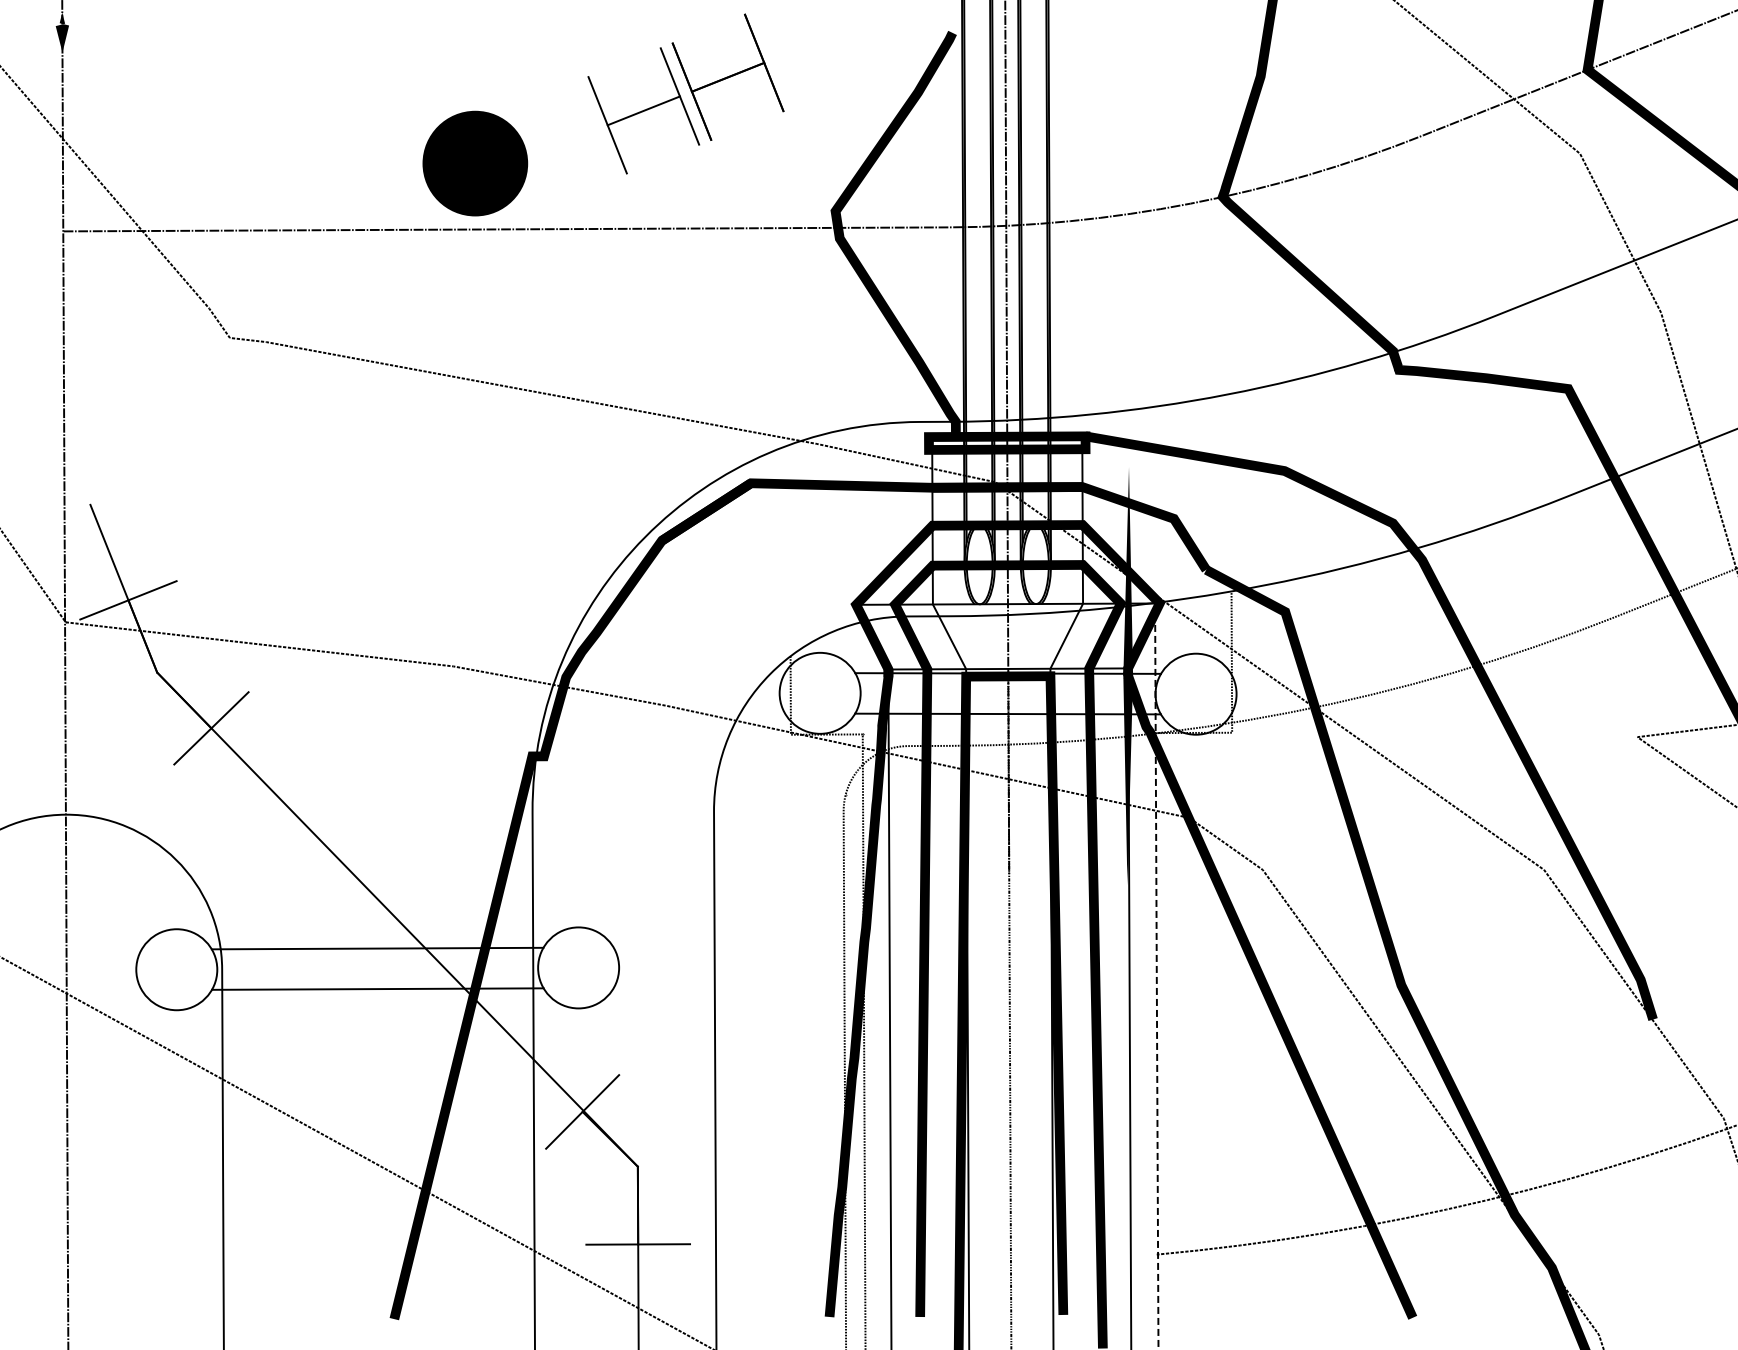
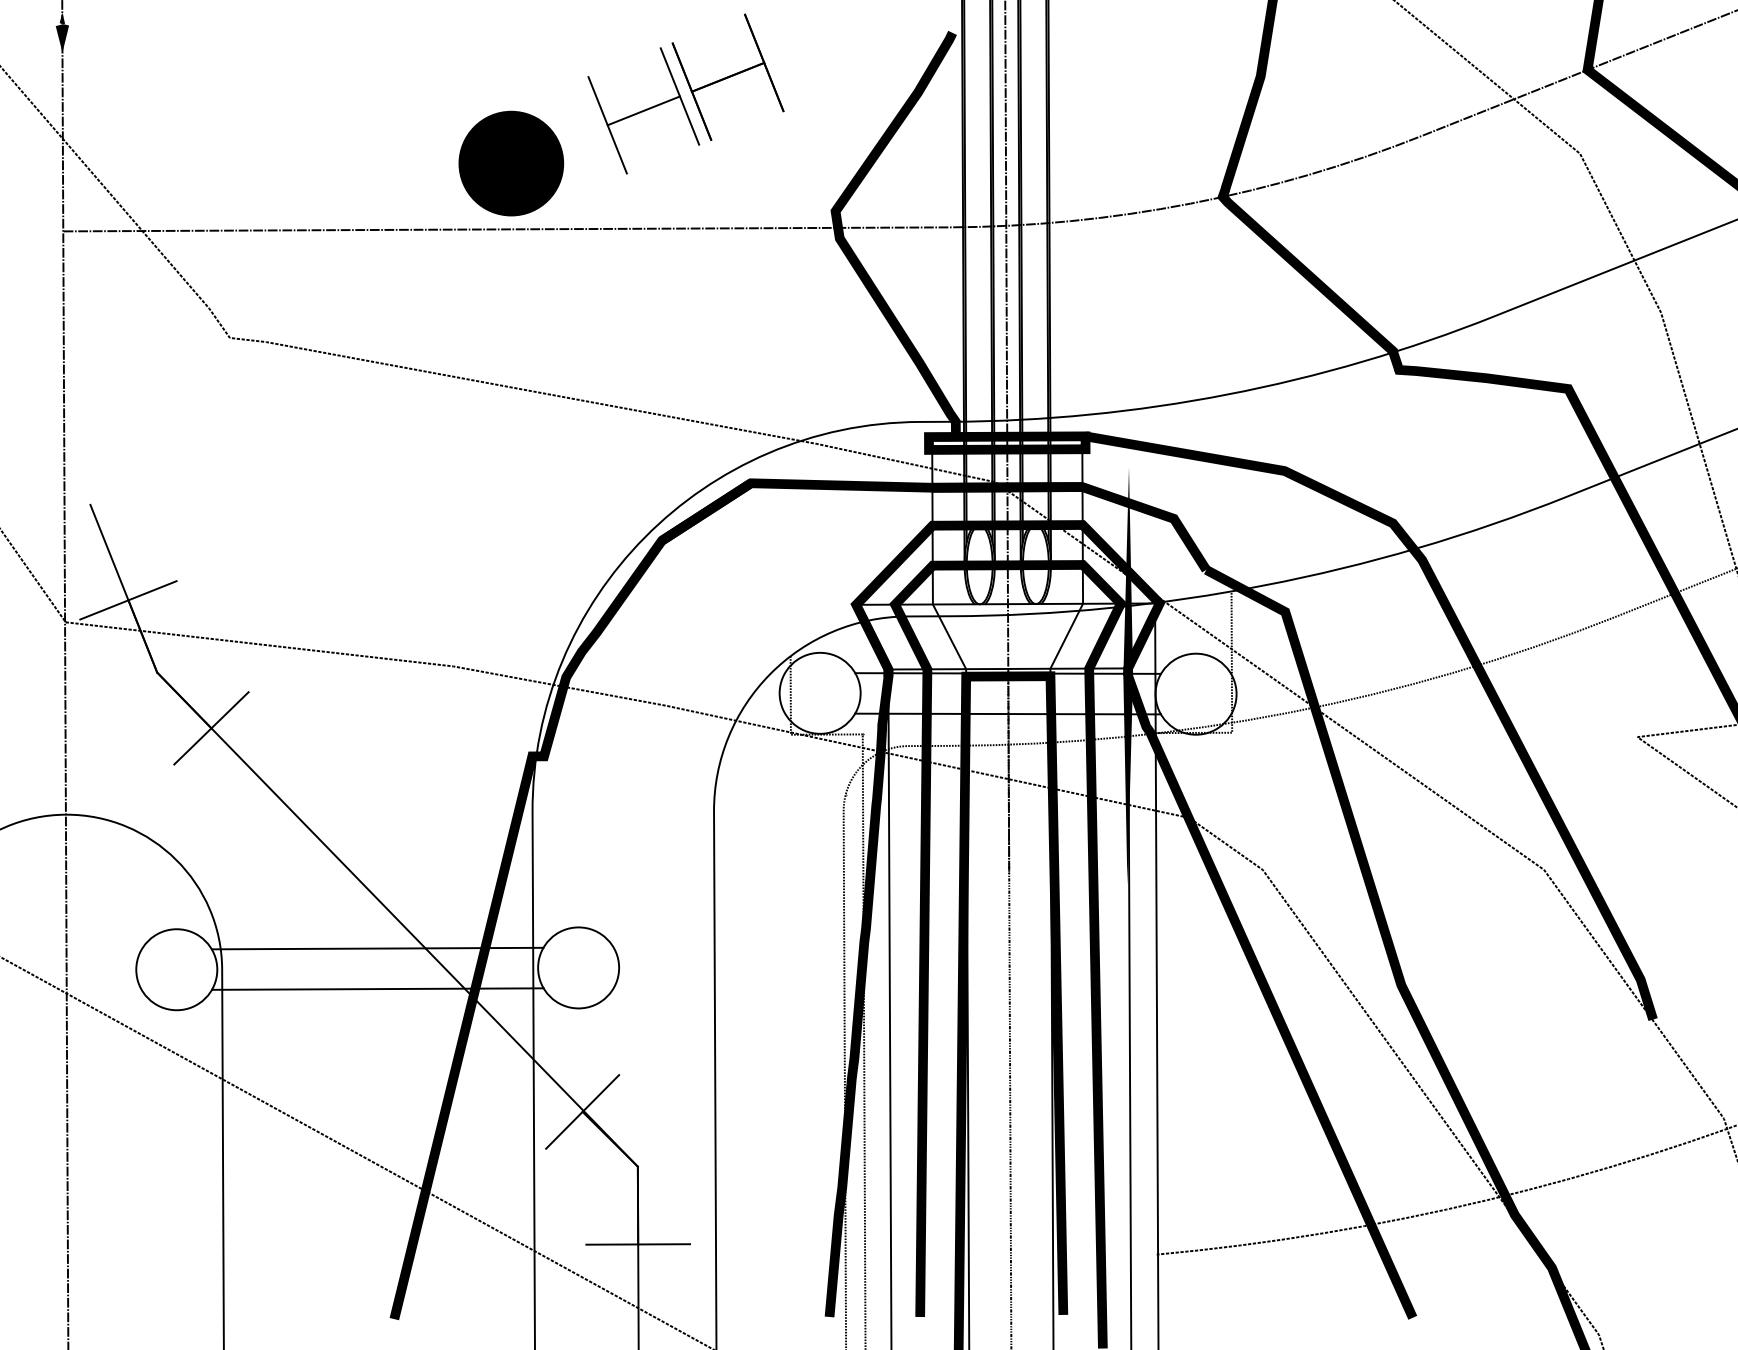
part at (475, 163) position: (475, 163) -> (511, 163)
line at (1156, 976): dashed -> solid
